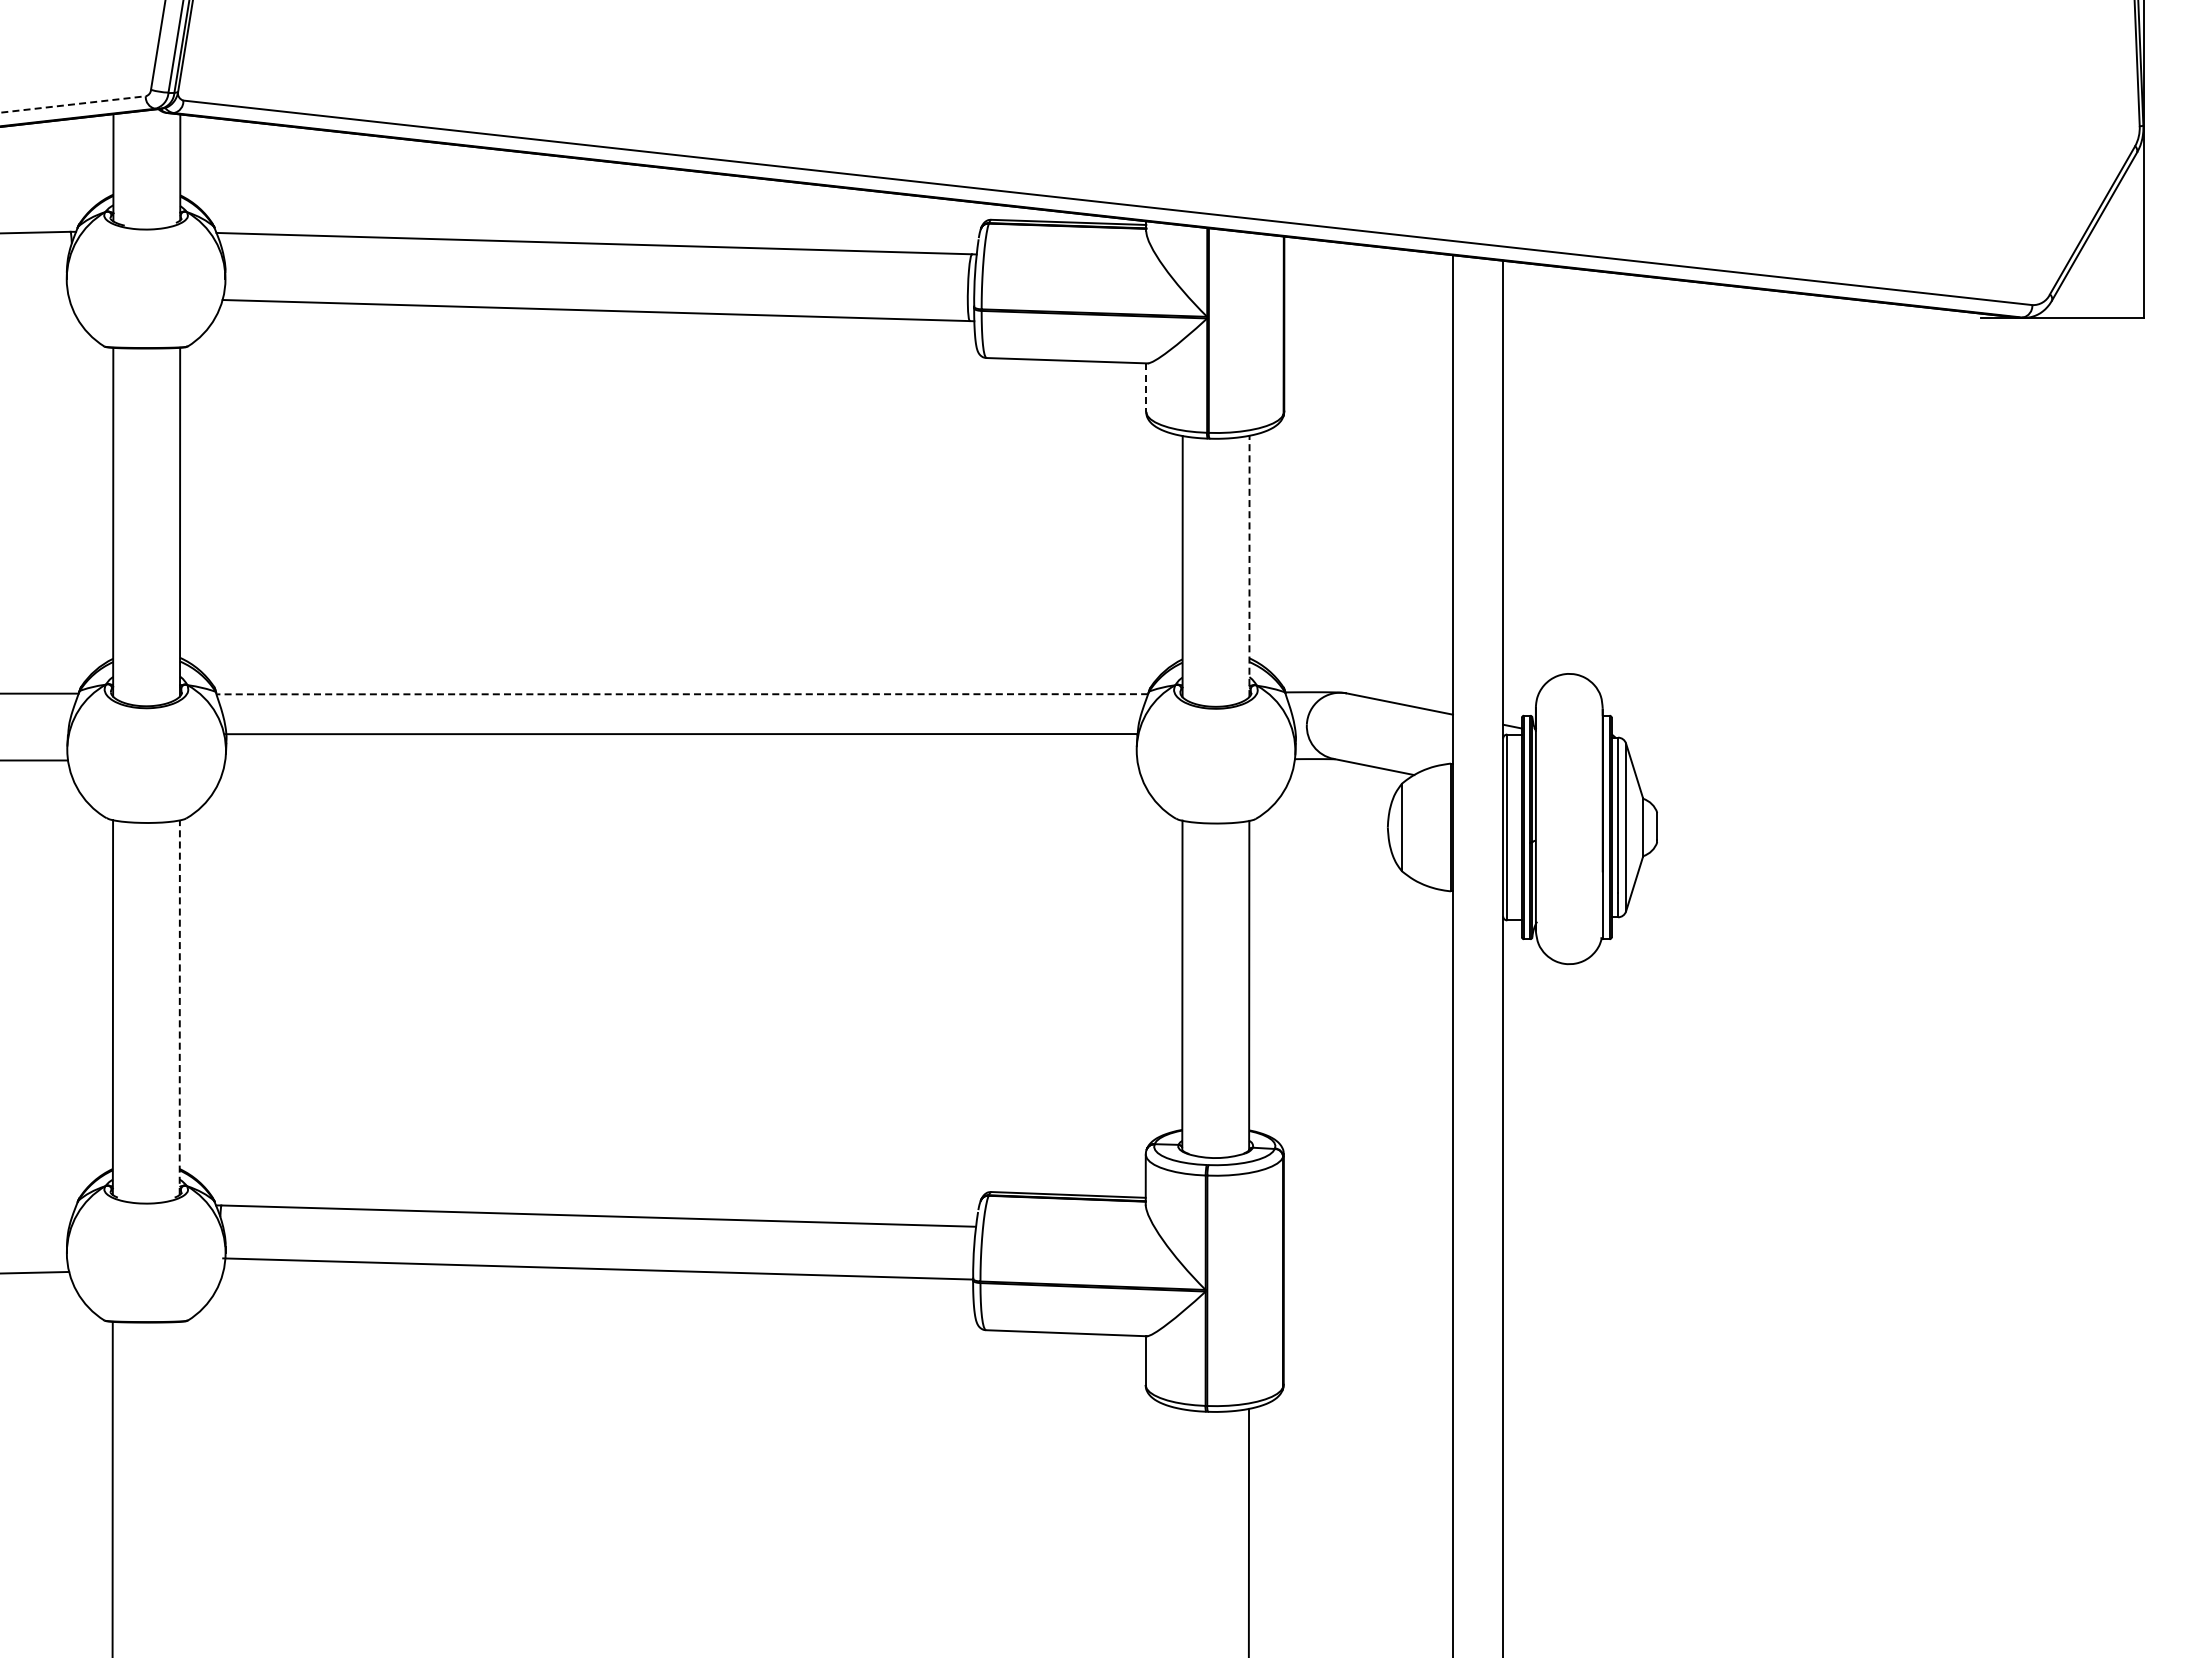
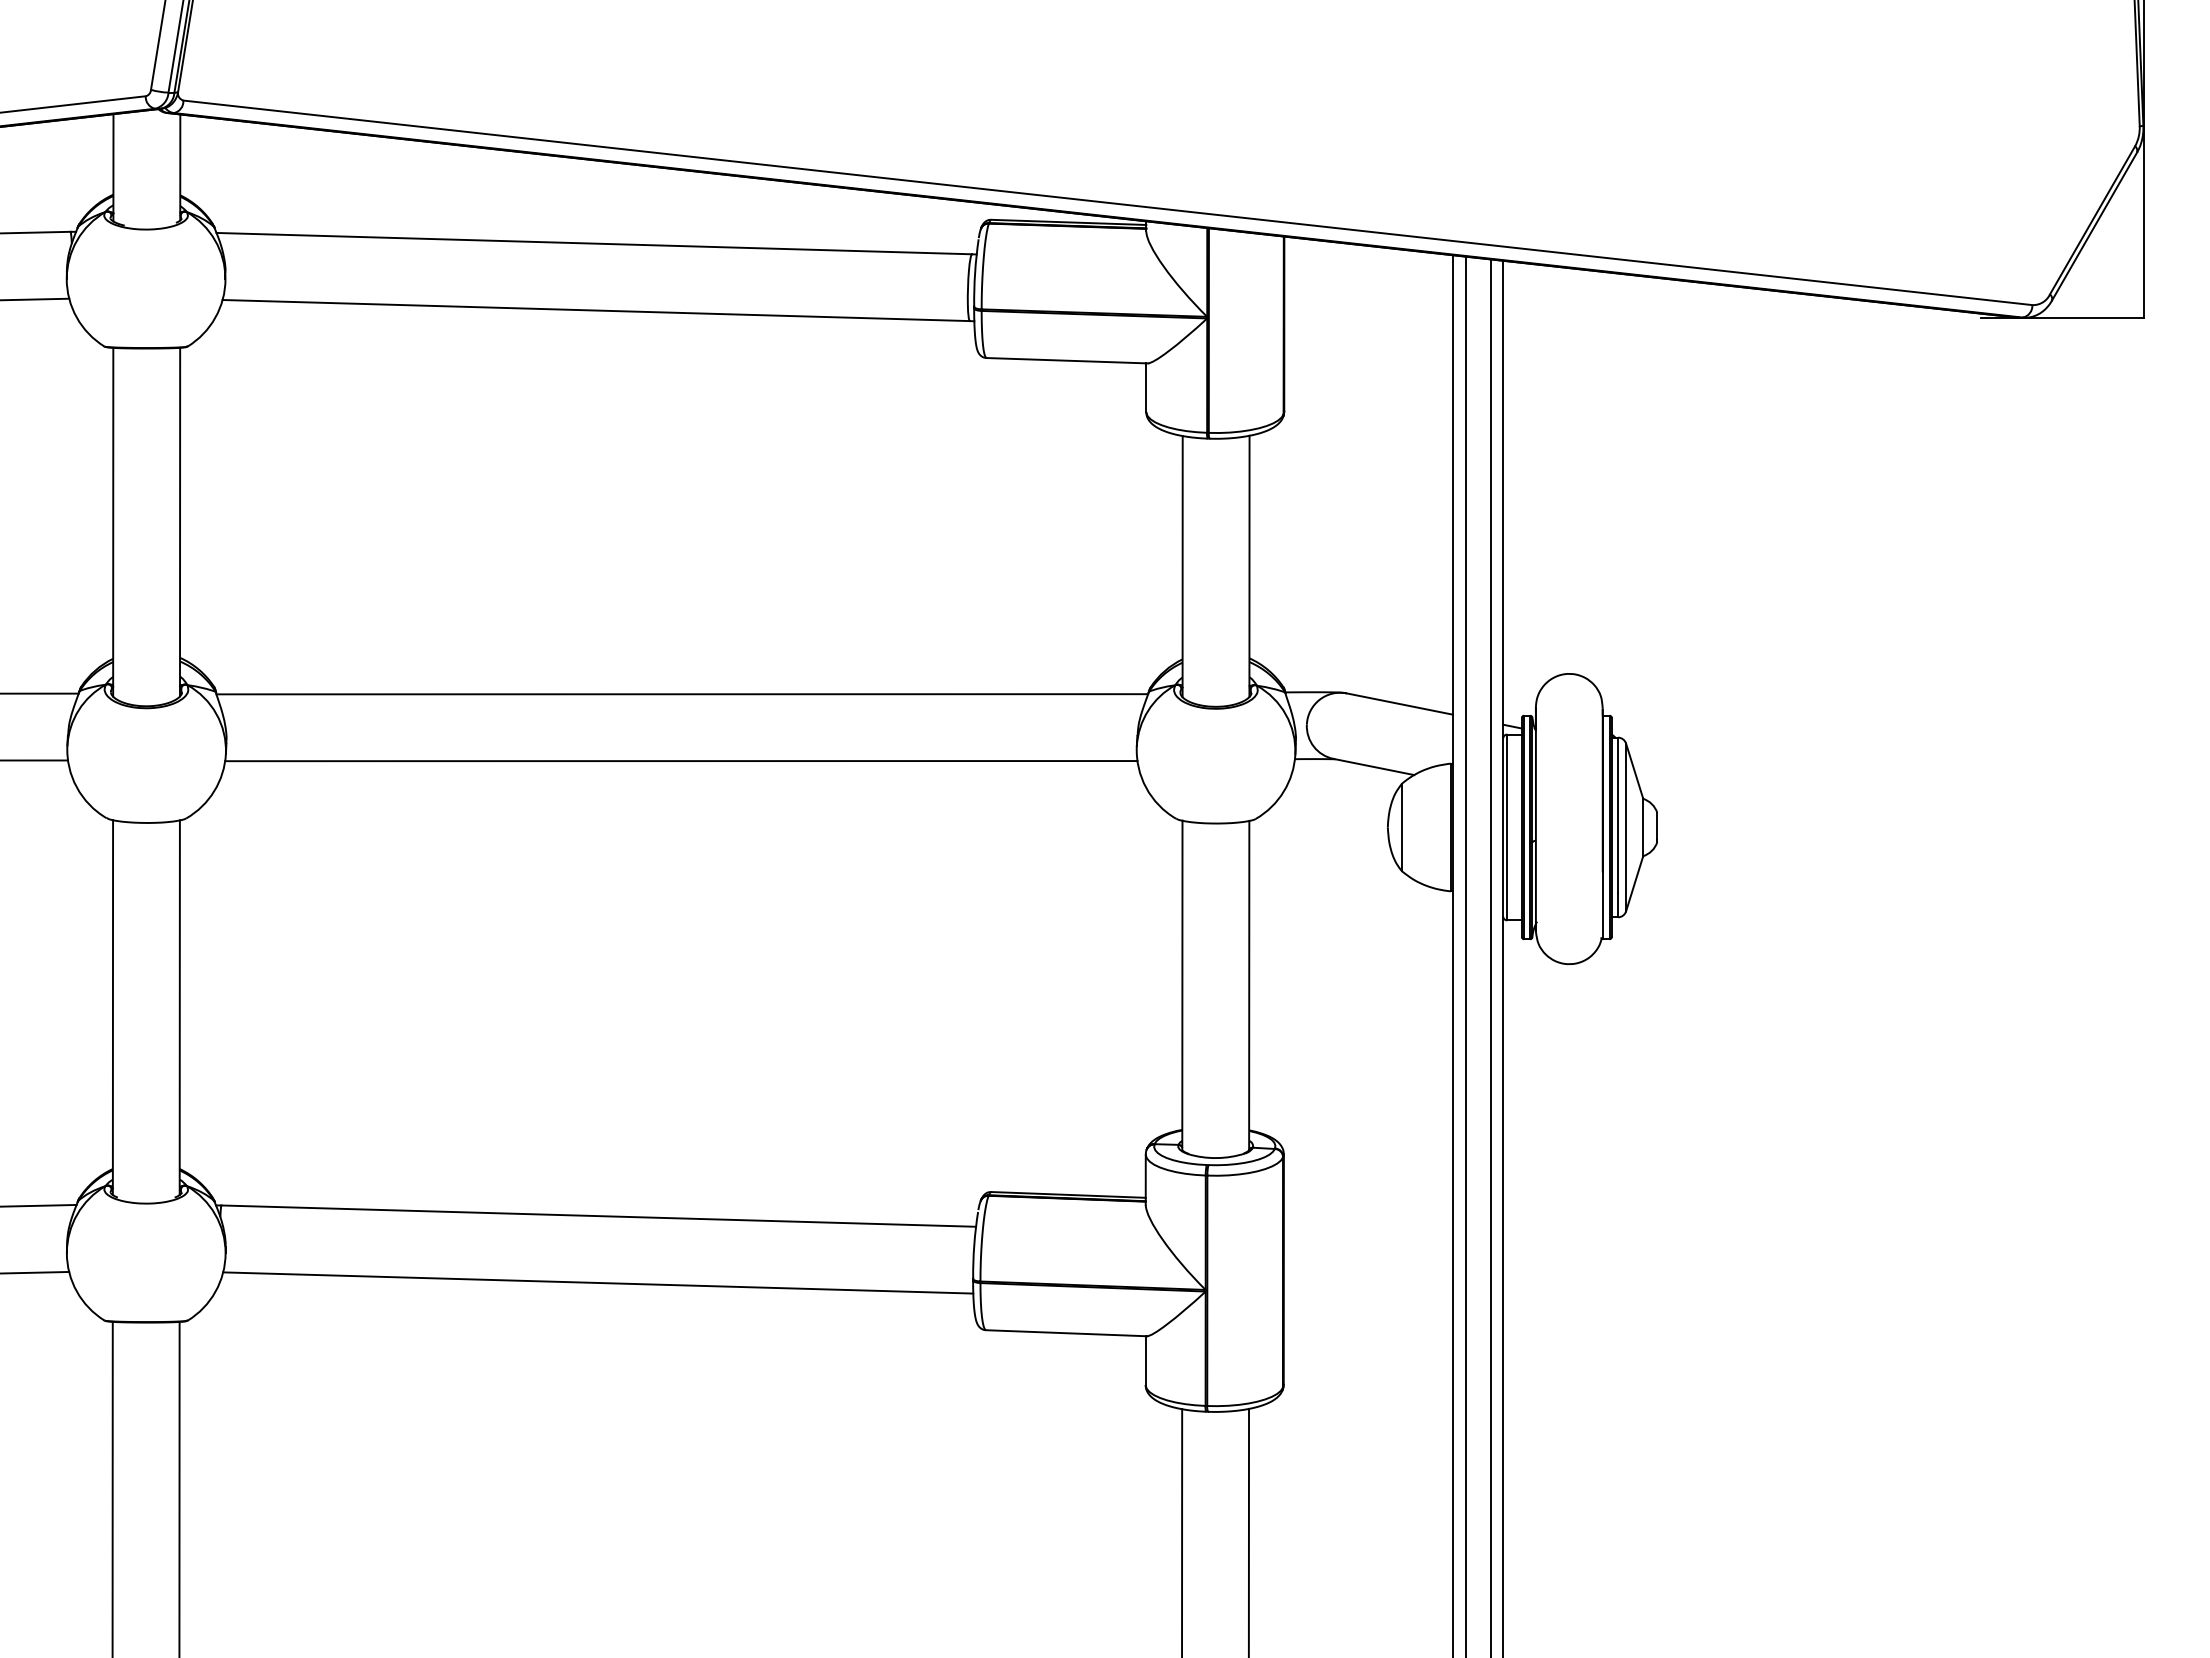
line at (73, 104): dashed -> solid
line at (35, 299): none -> present
line at (1146, 388): dashed -> solid
line at (1249, 566): dashed -> solid
line at (682, 694): dashed -> solid
line at (681, 734) position: (681, 734) -> (681, 761)
line at (1465, 955): none -> present
line at (1490, 956): none -> present
line at (179, 1007): dashed -> solid
line at (39, 1205): none -> present
line at (598, 1268) position: (598, 1268) -> (598, 1282)
line at (179, 1487): none -> present
line at (1182, 1531): none -> present
